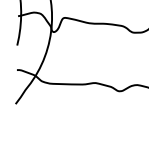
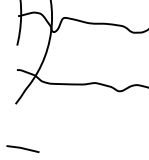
line at (22, 148): none -> present
